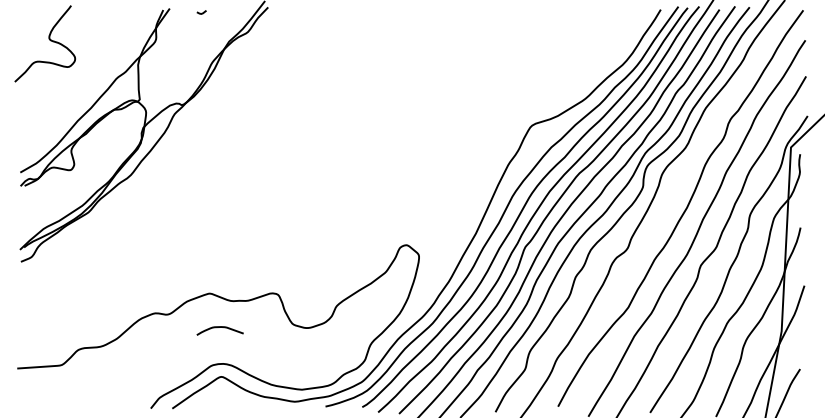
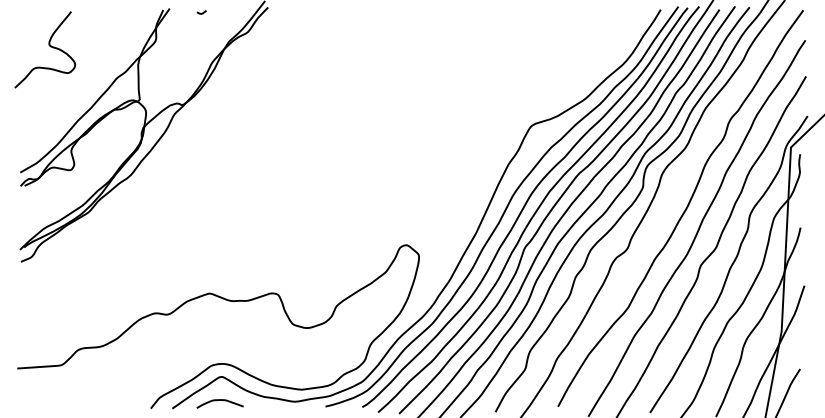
curve at (48, 39) position: (48, 39) -> (48, 45)
curve at (219, 327) position: (219, 327) -> (219, 400)
